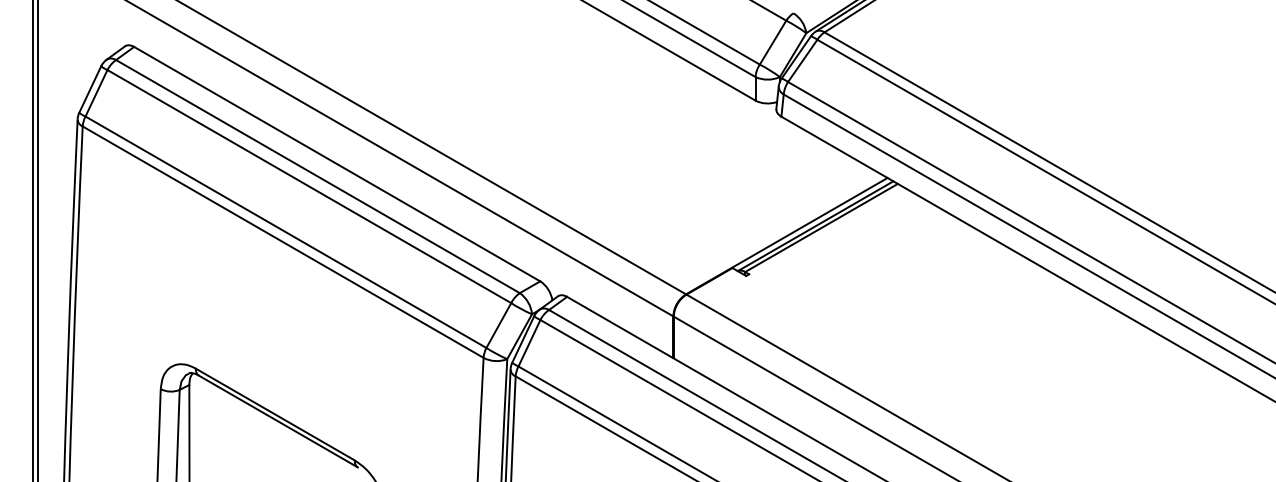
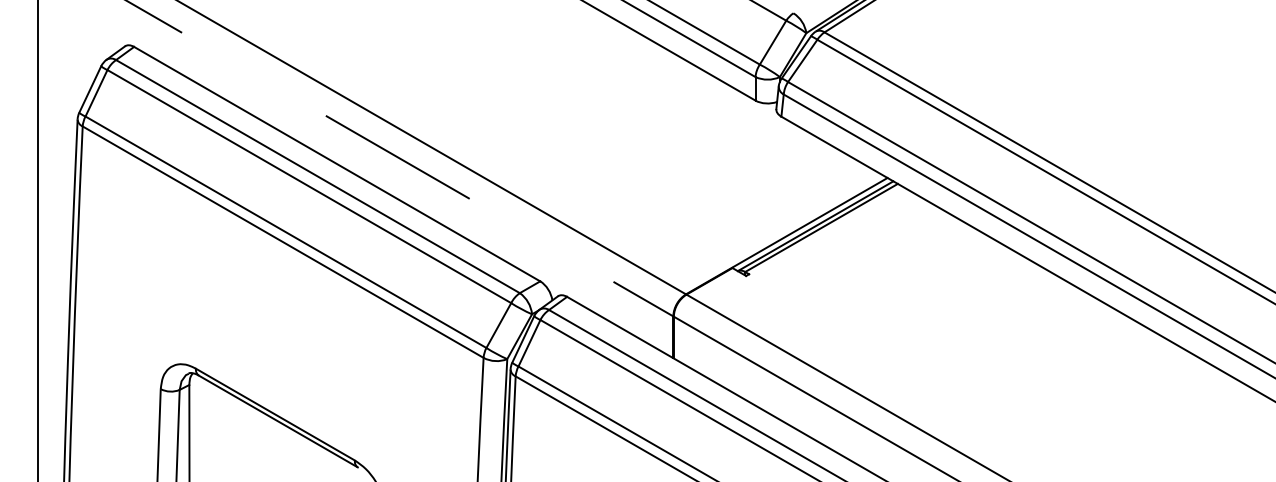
line at (399, 158): solid -> dashed
line at (33, 240): present -> none
